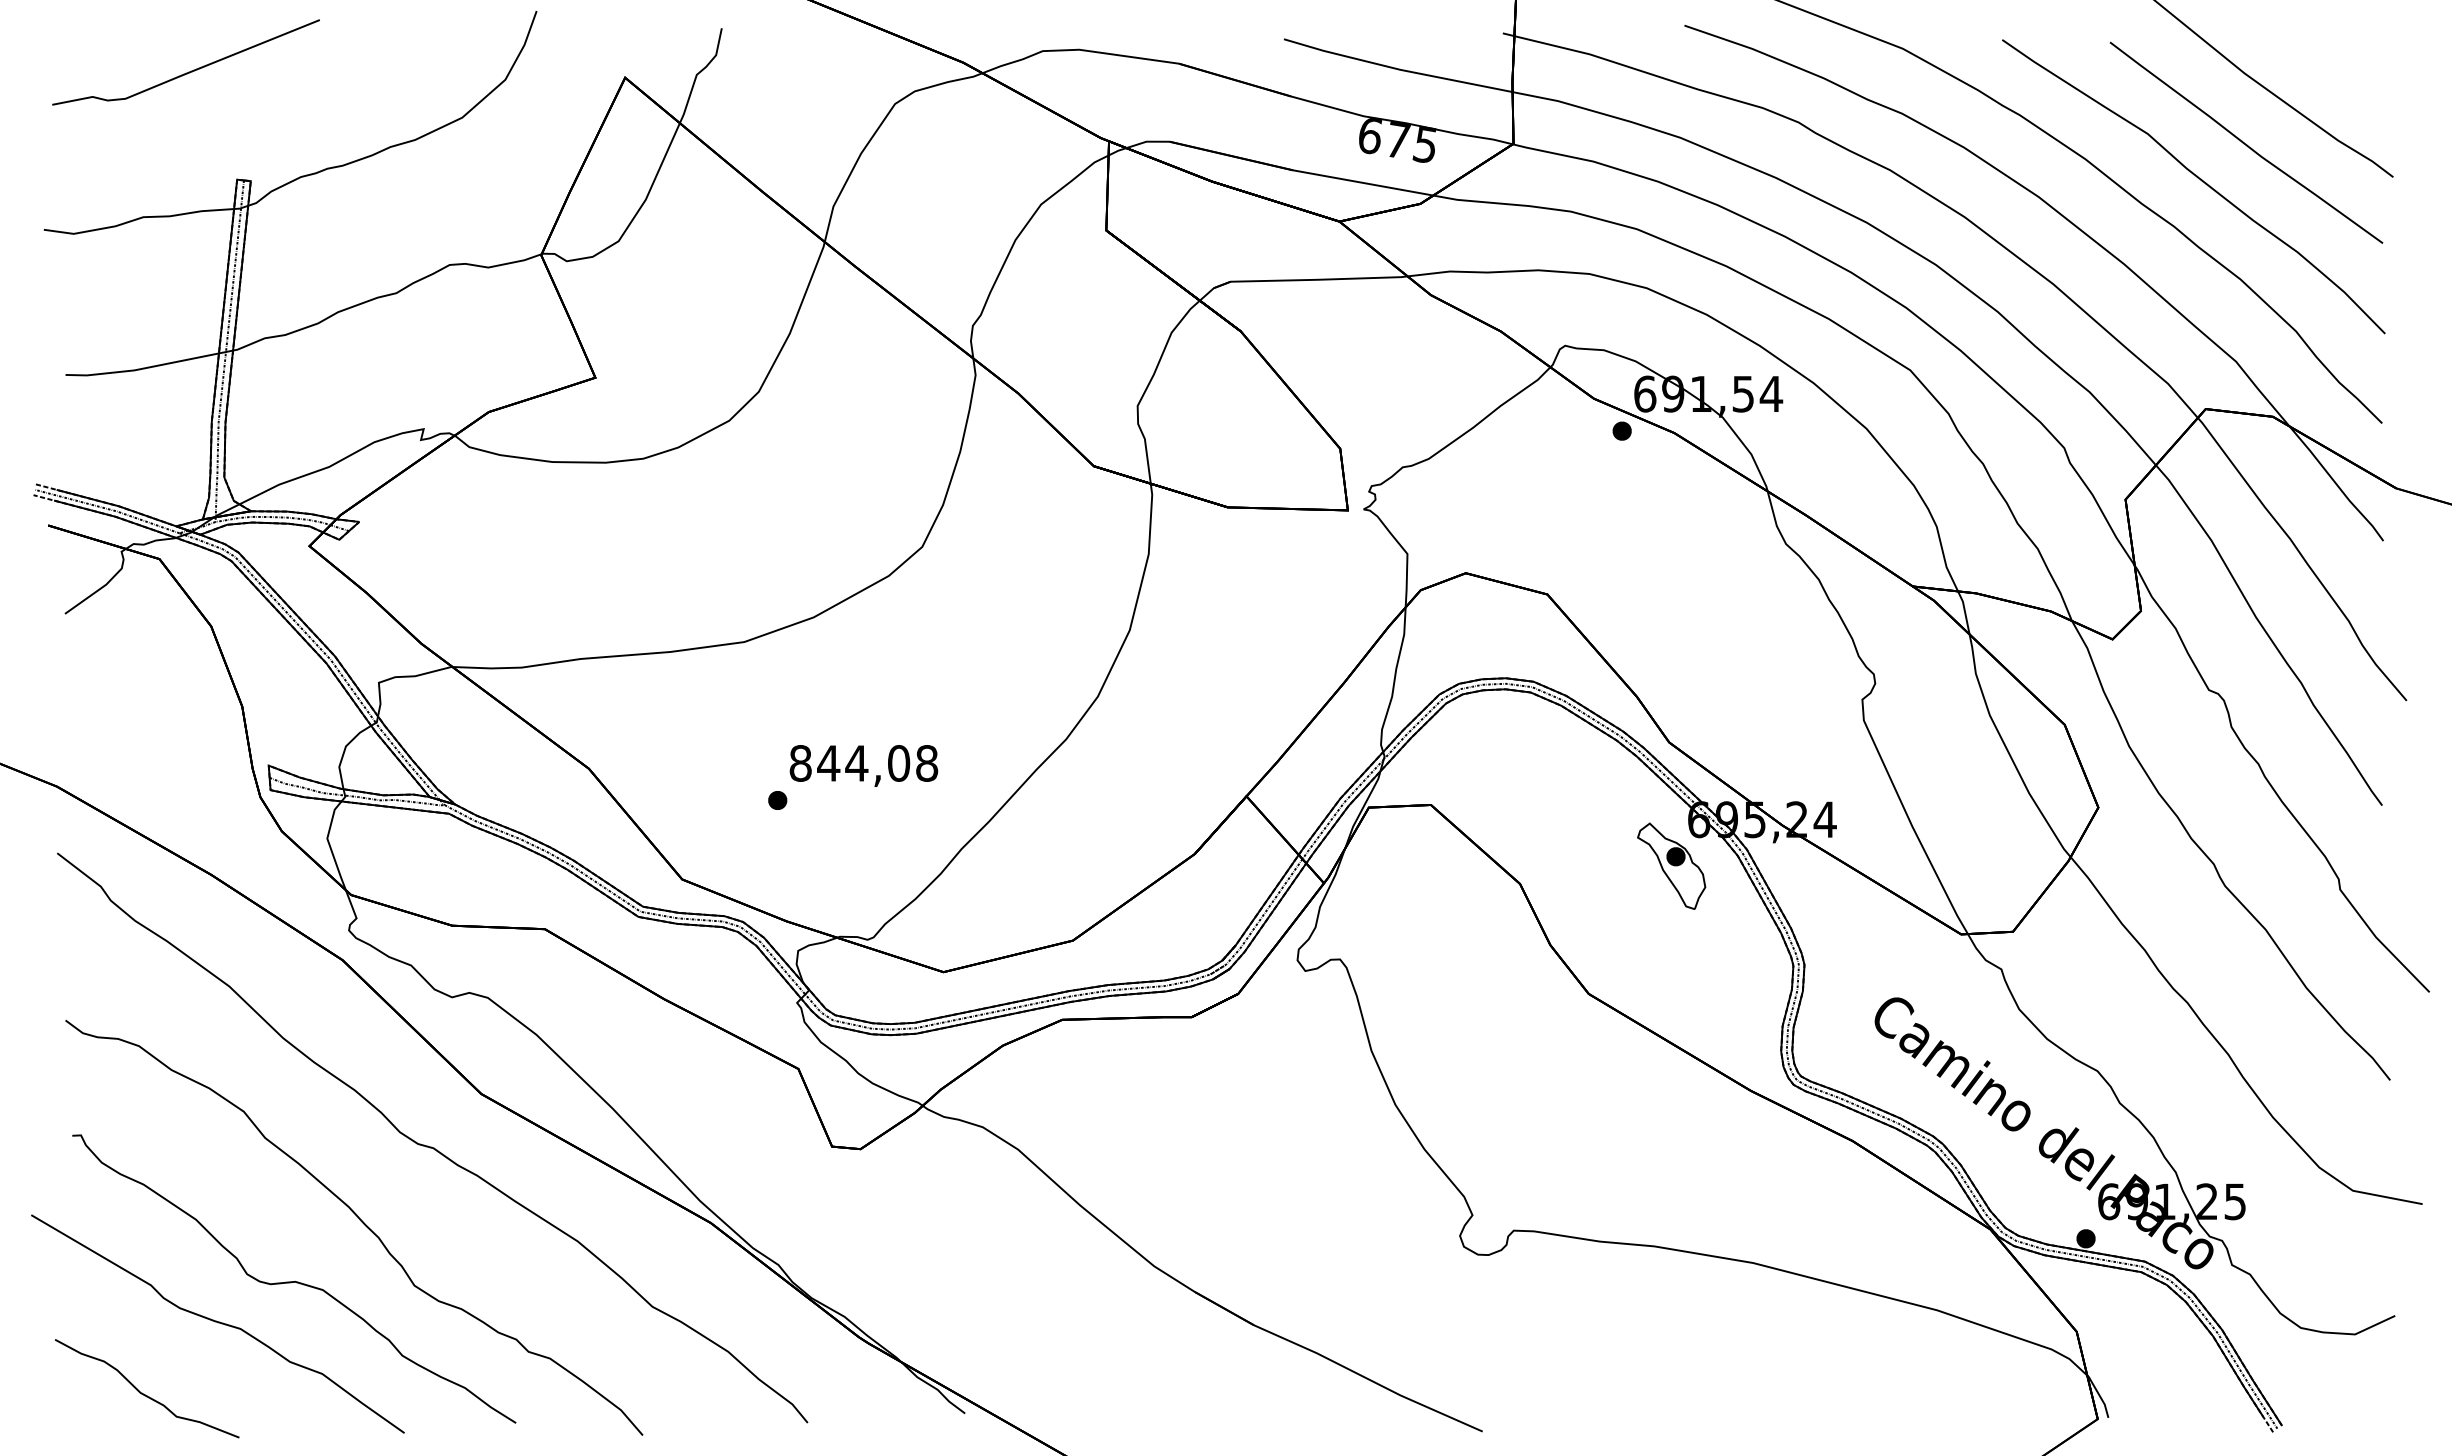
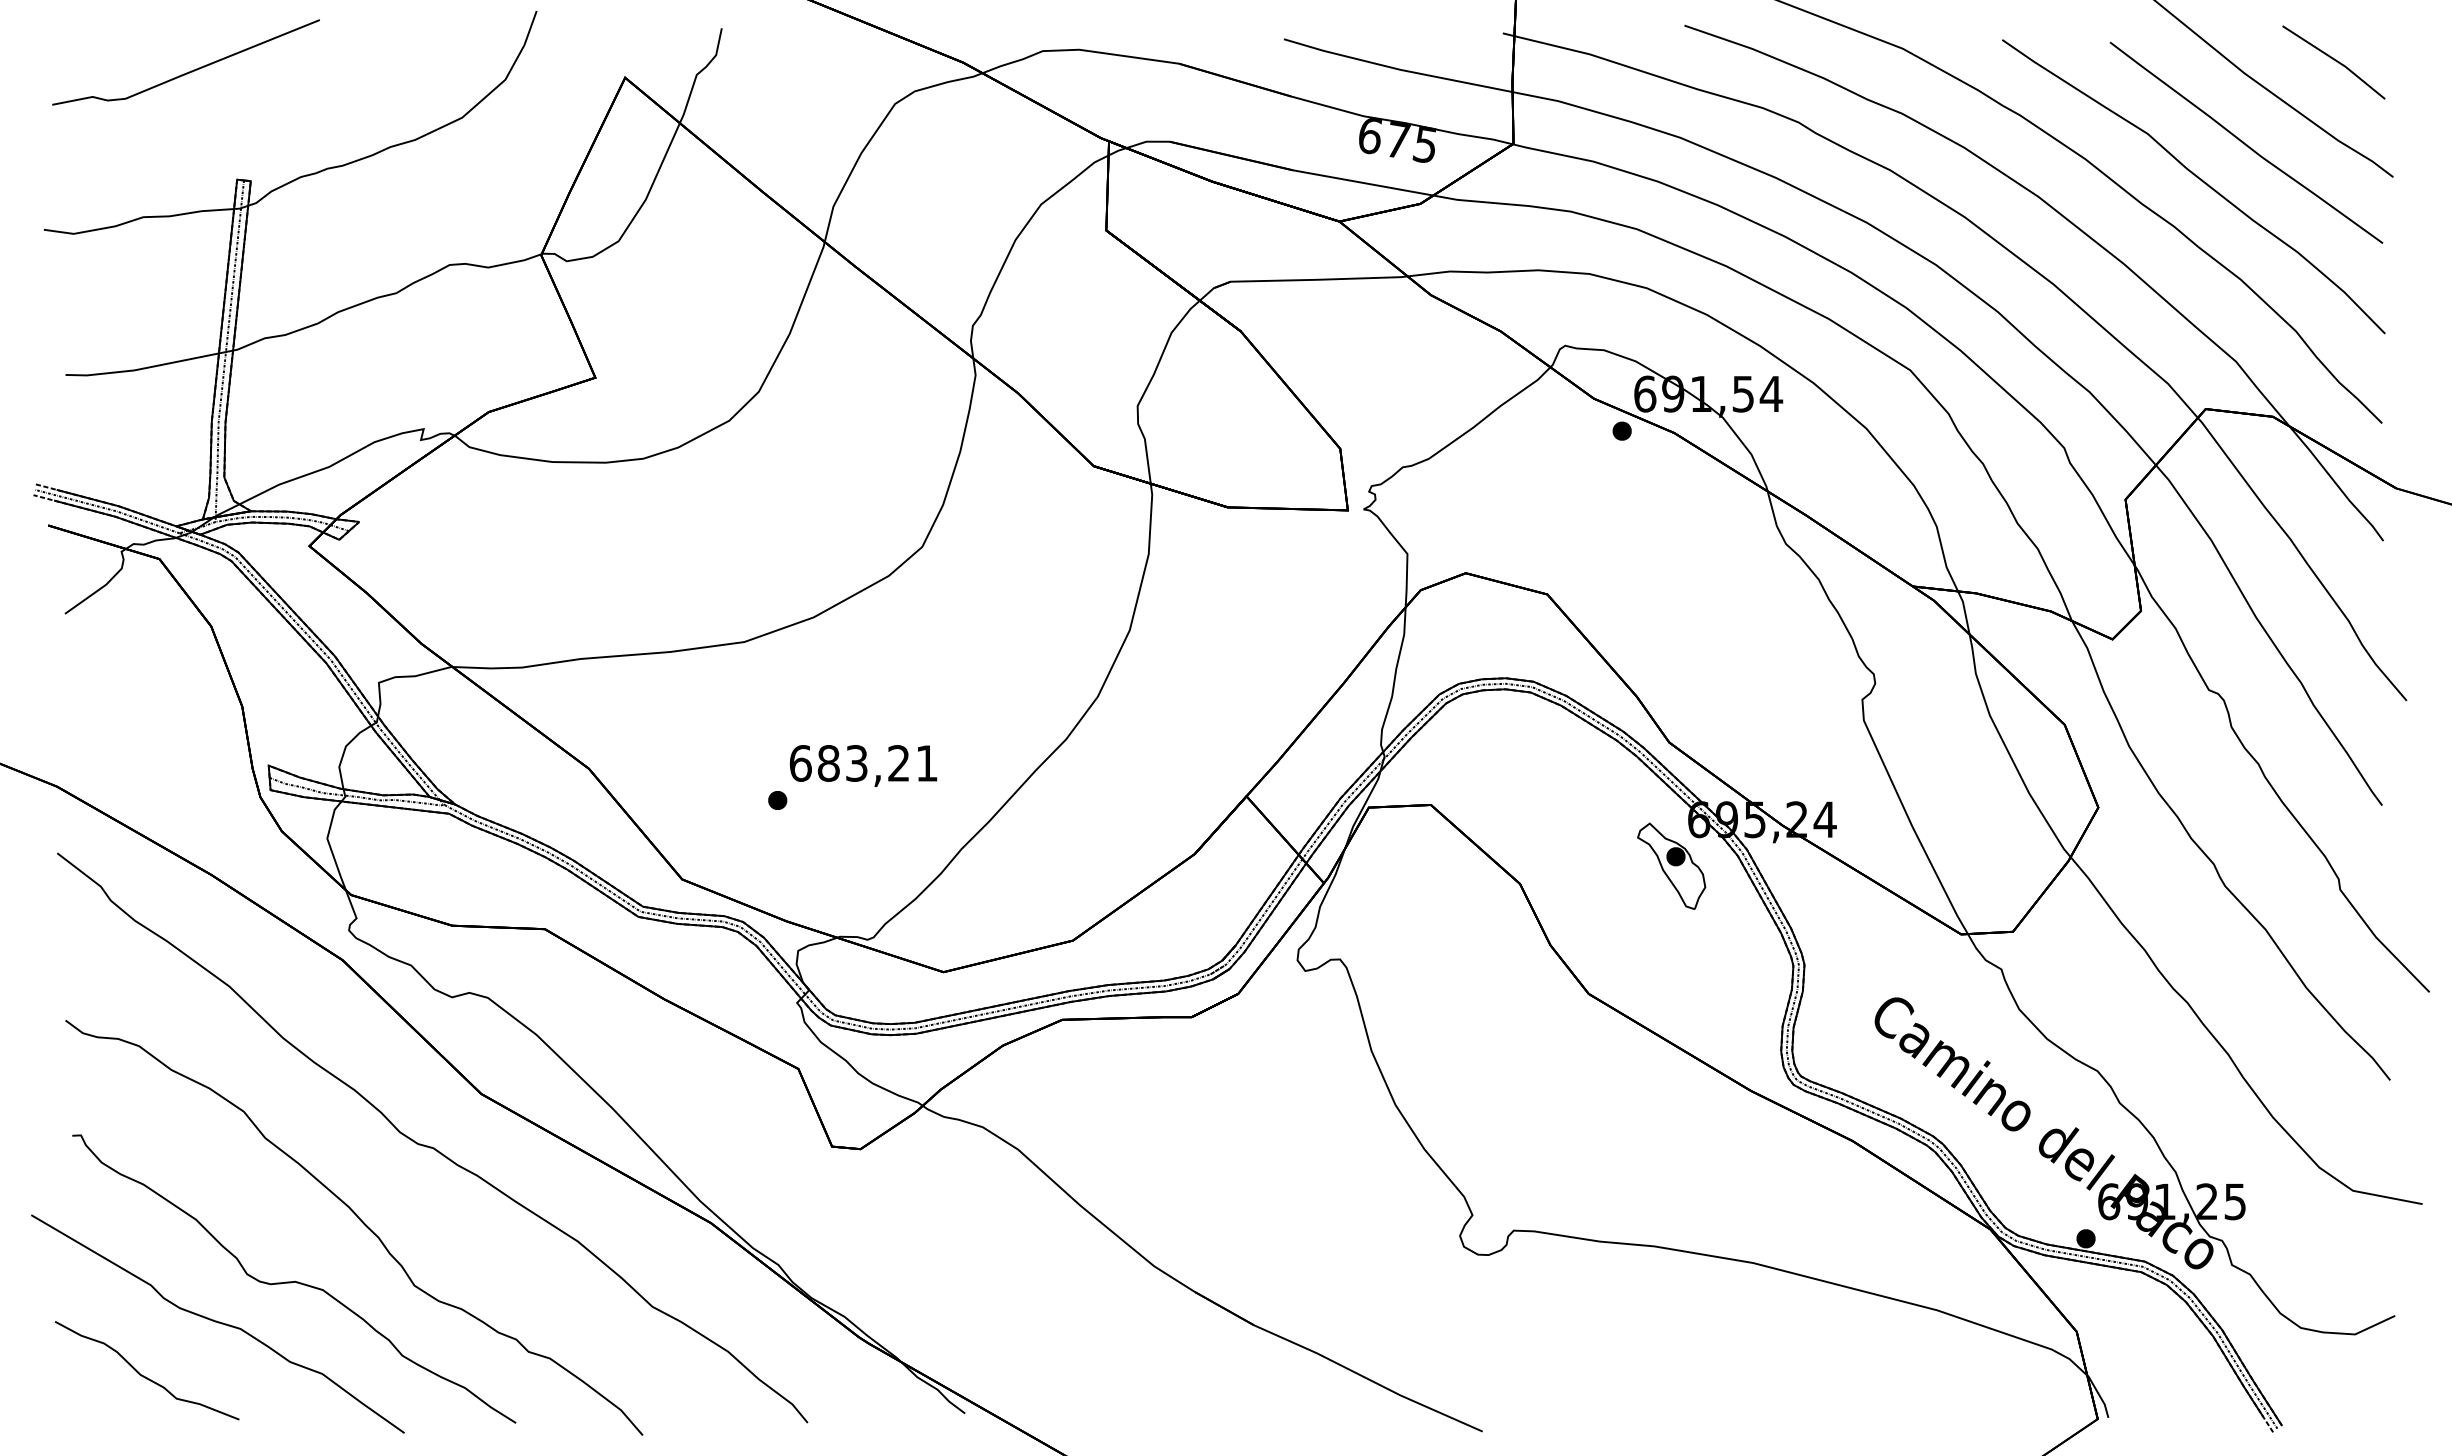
line at (2333, 60): none -> present
text at (863, 763): 844,08 -> 683,21
curve at (142, 1392) position: (142, 1392) -> (142, 1374)
